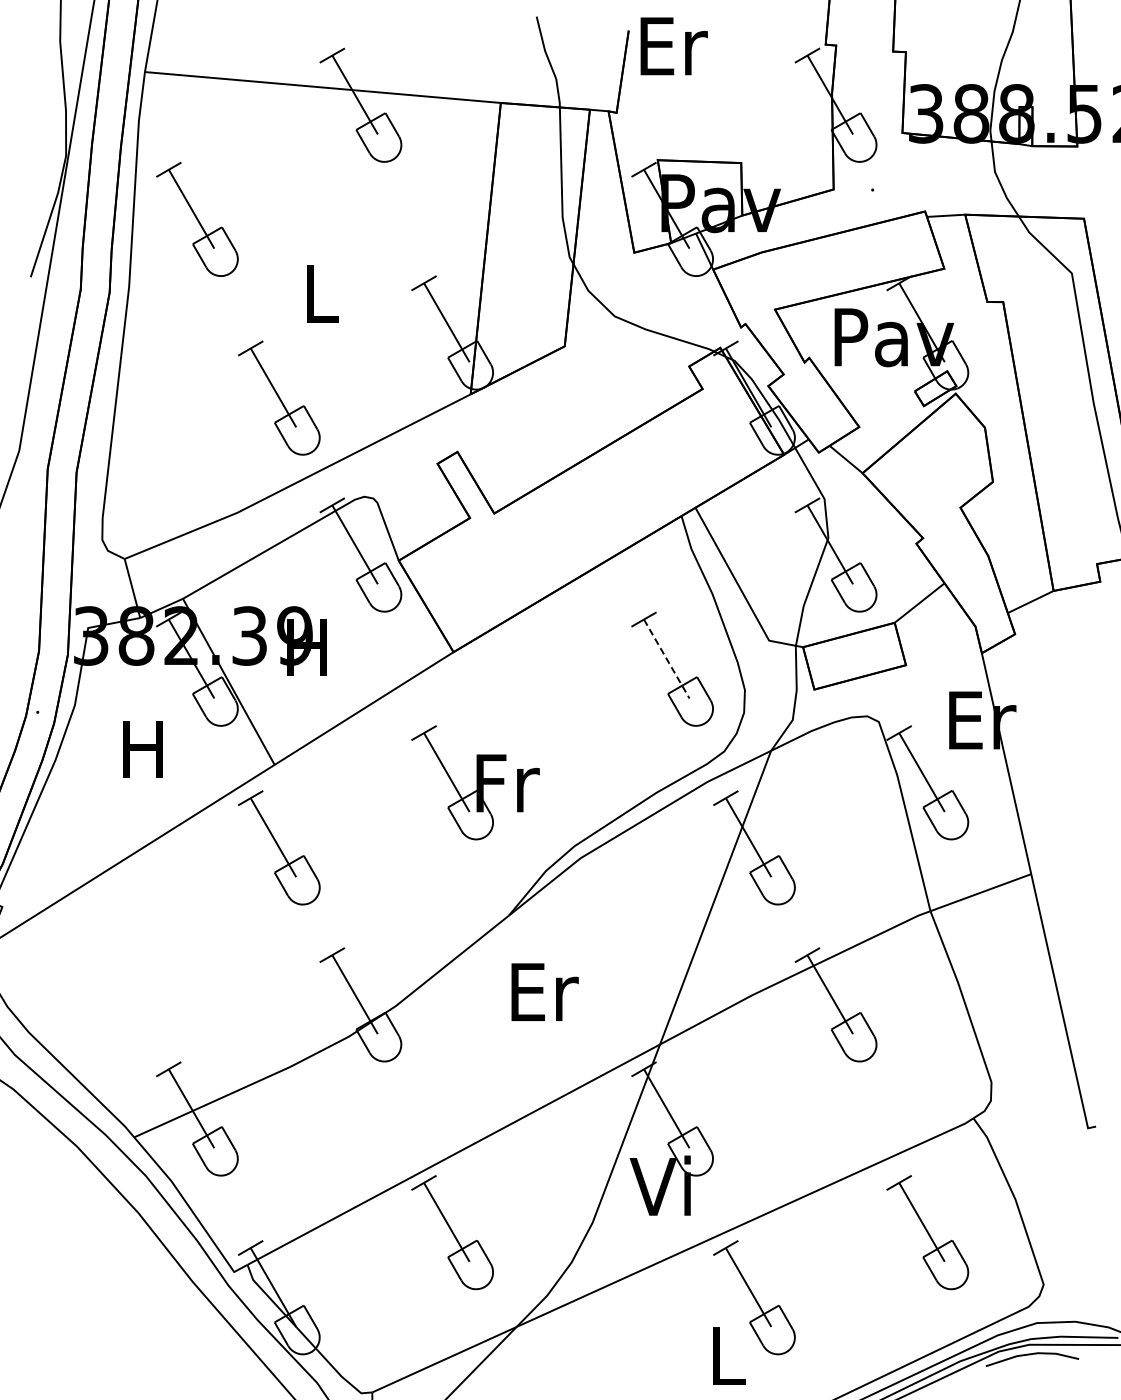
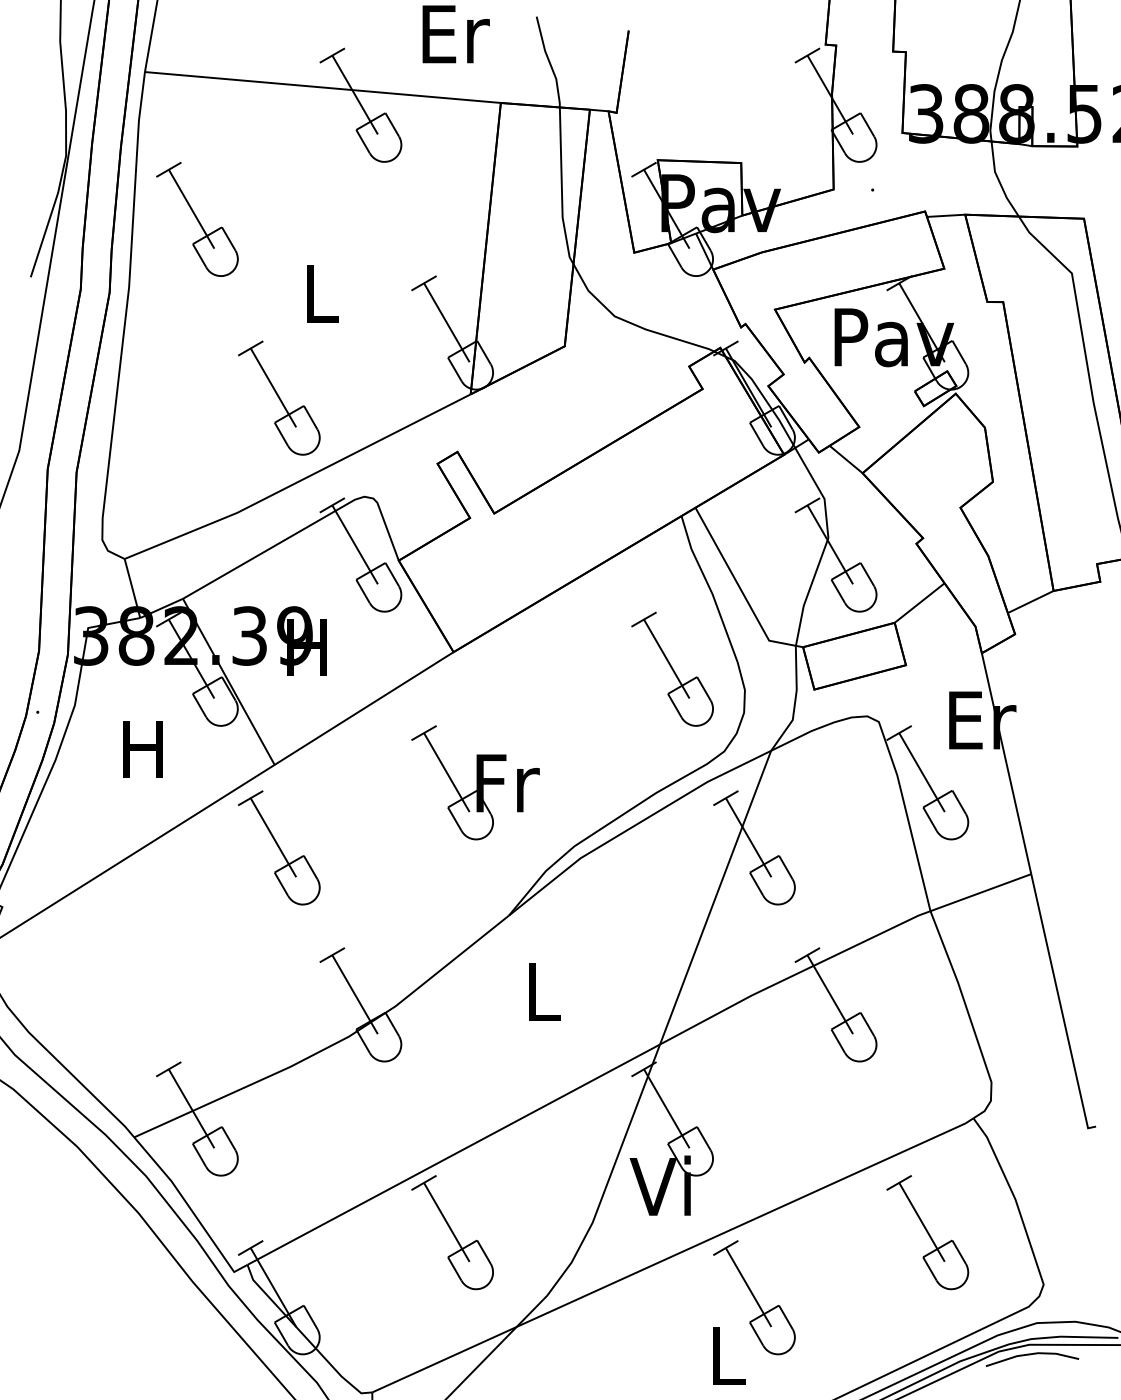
text at (673, 46) position: (673, 46) -> (455, 34)
line at (666, 659): dashed -> solid
text at (544, 992): Er -> L
